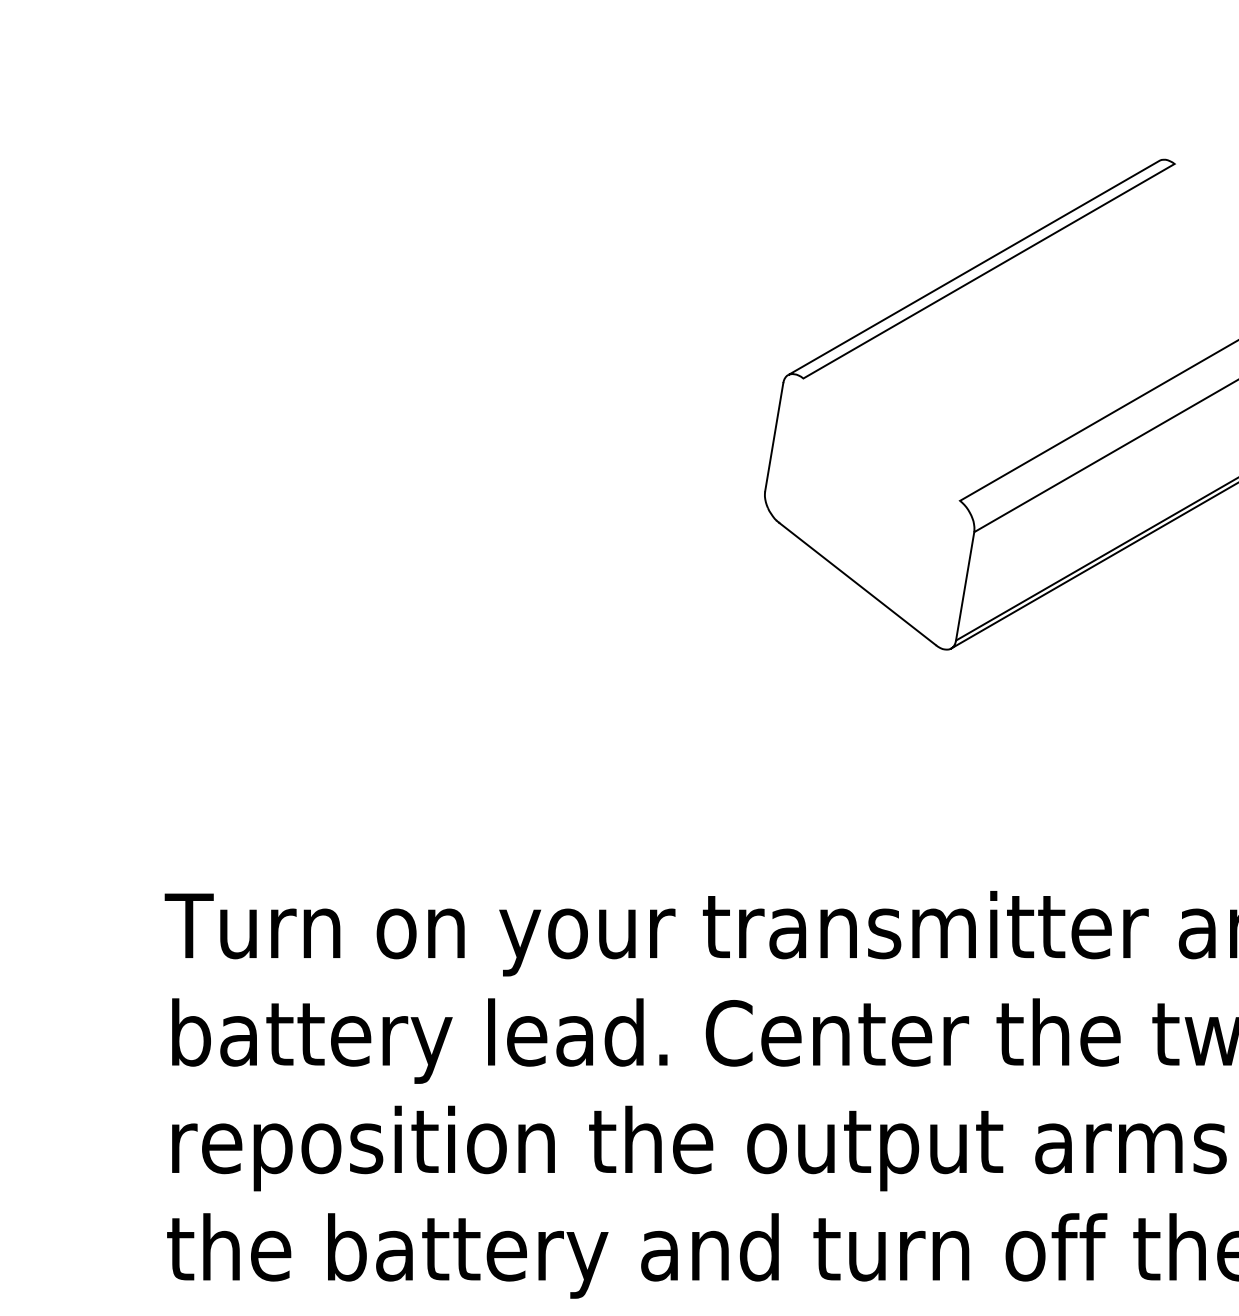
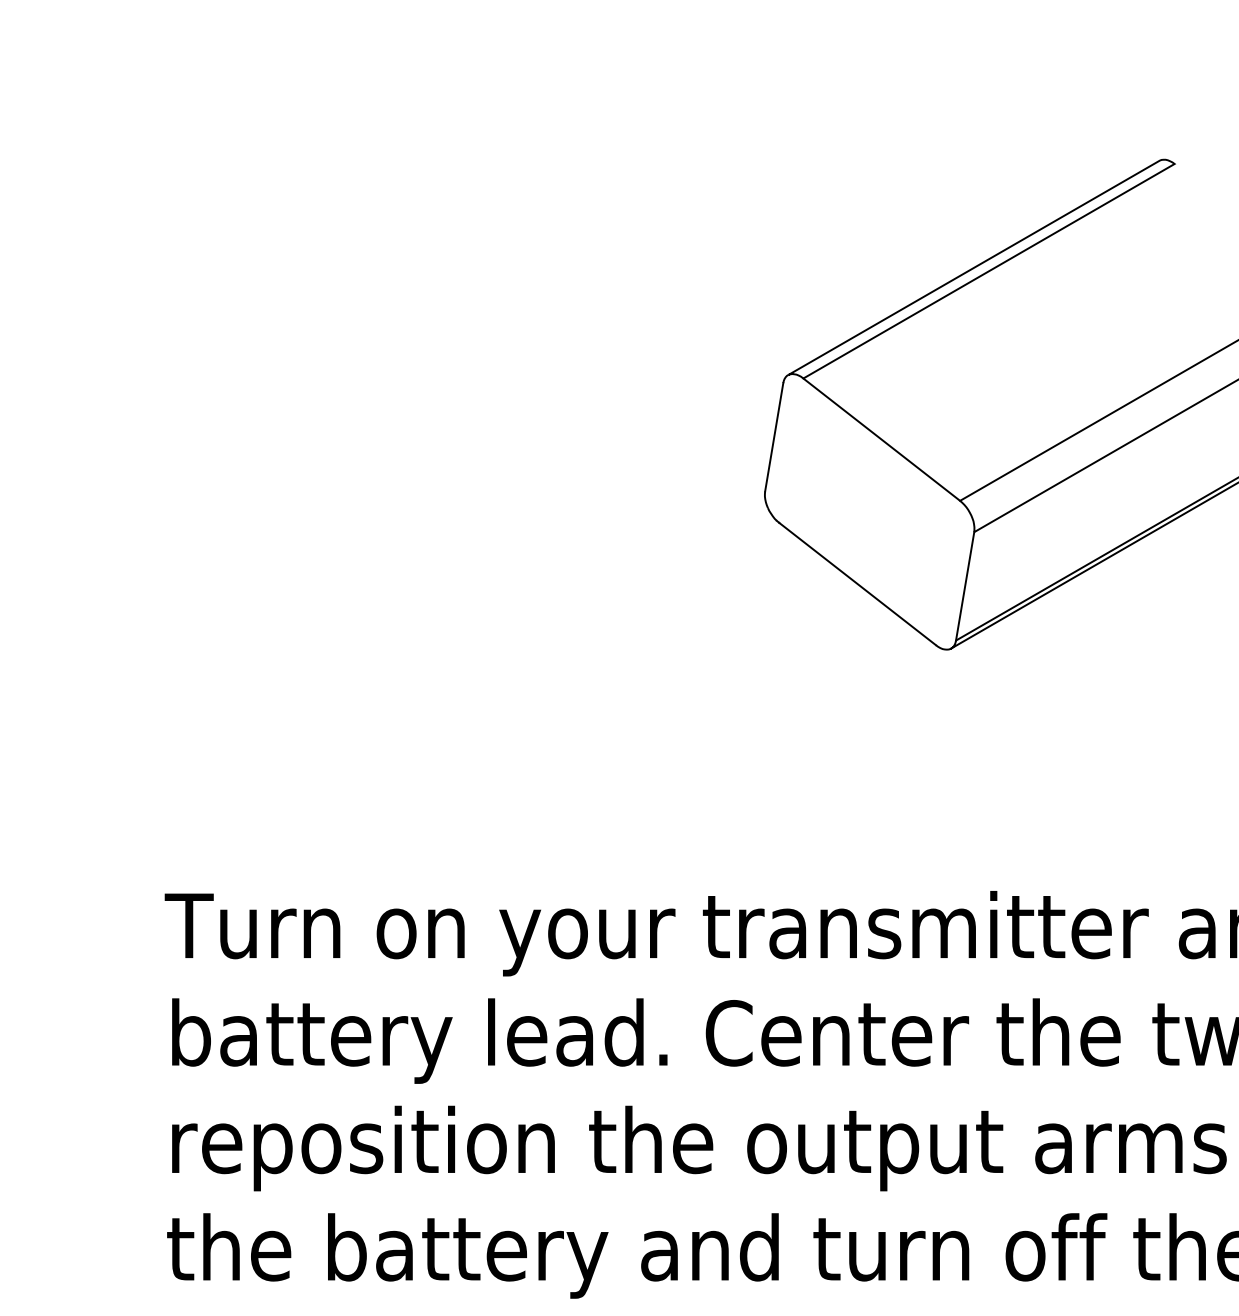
line at (881, 439): none -> present
